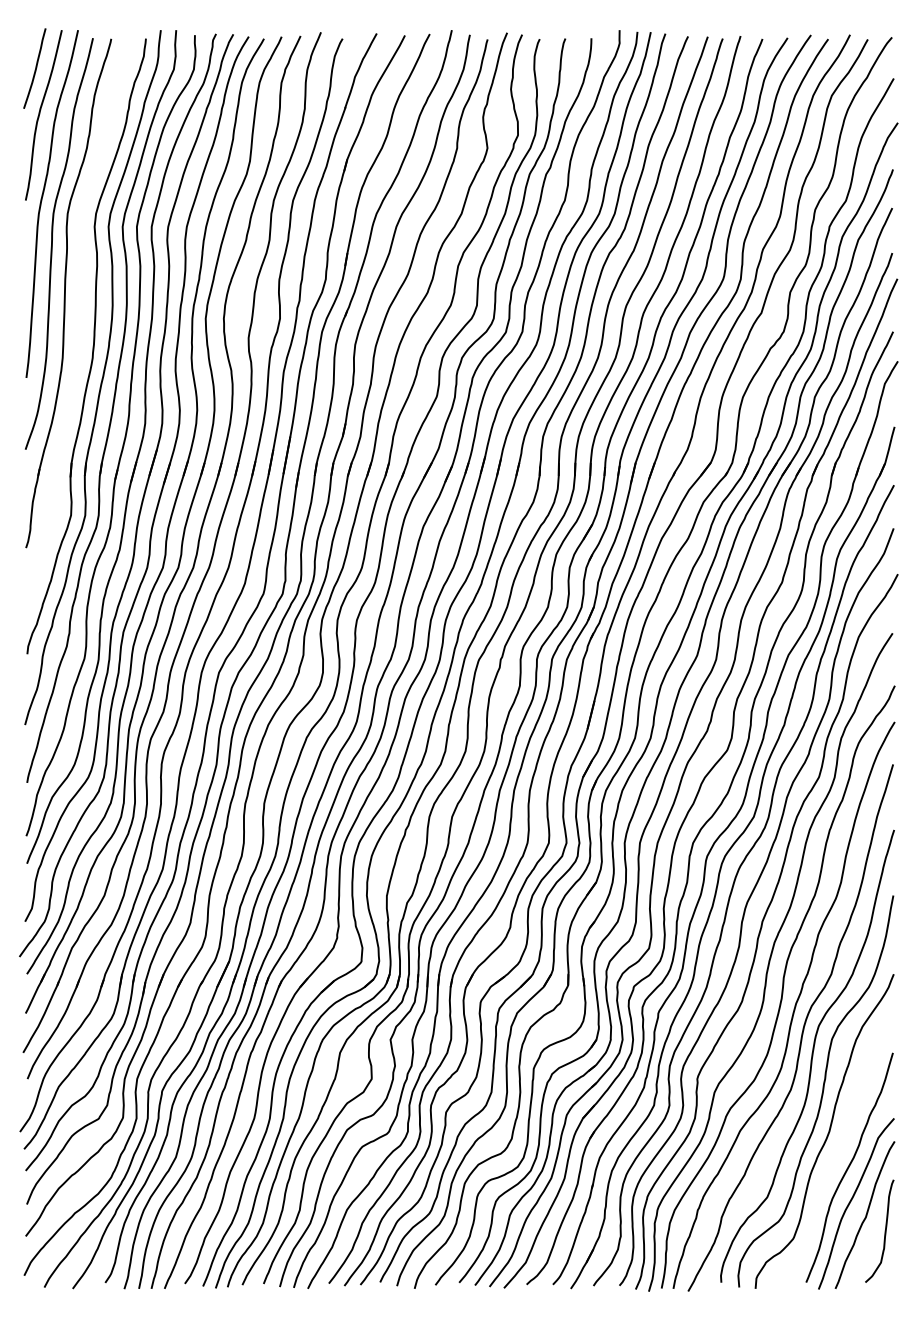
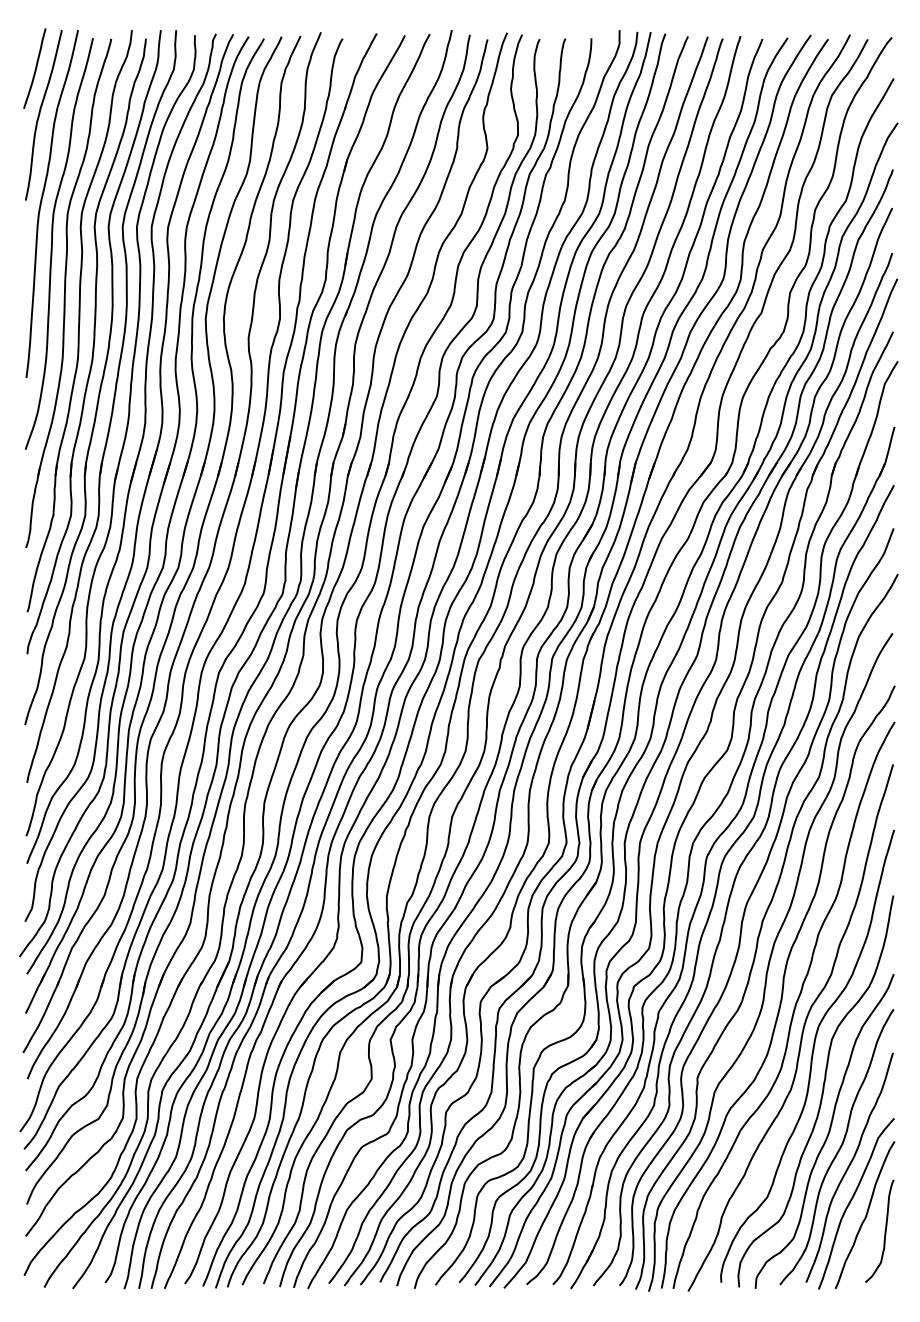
part at (79, 321): none -> present
curve at (838, 1149): none -> present
